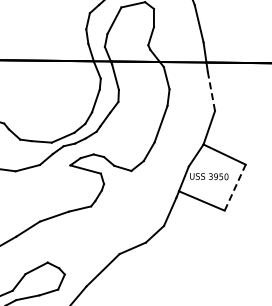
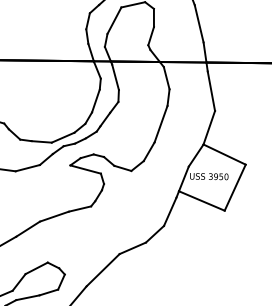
line at (211, 91): dashed -> solid
line at (235, 187): dashed -> solid
